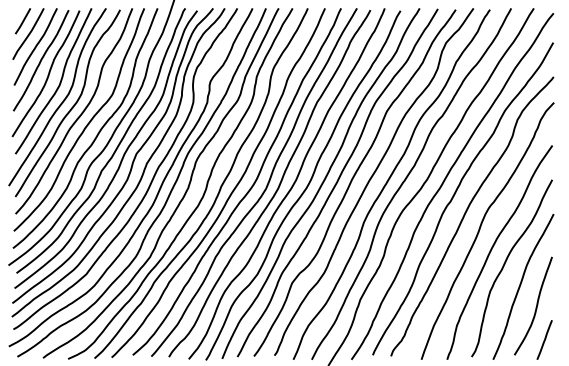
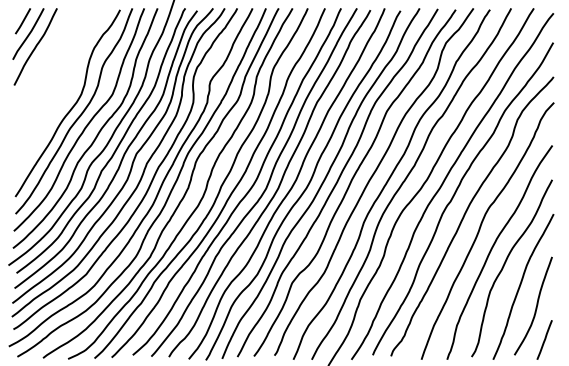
part at (57, 97): present -> none
